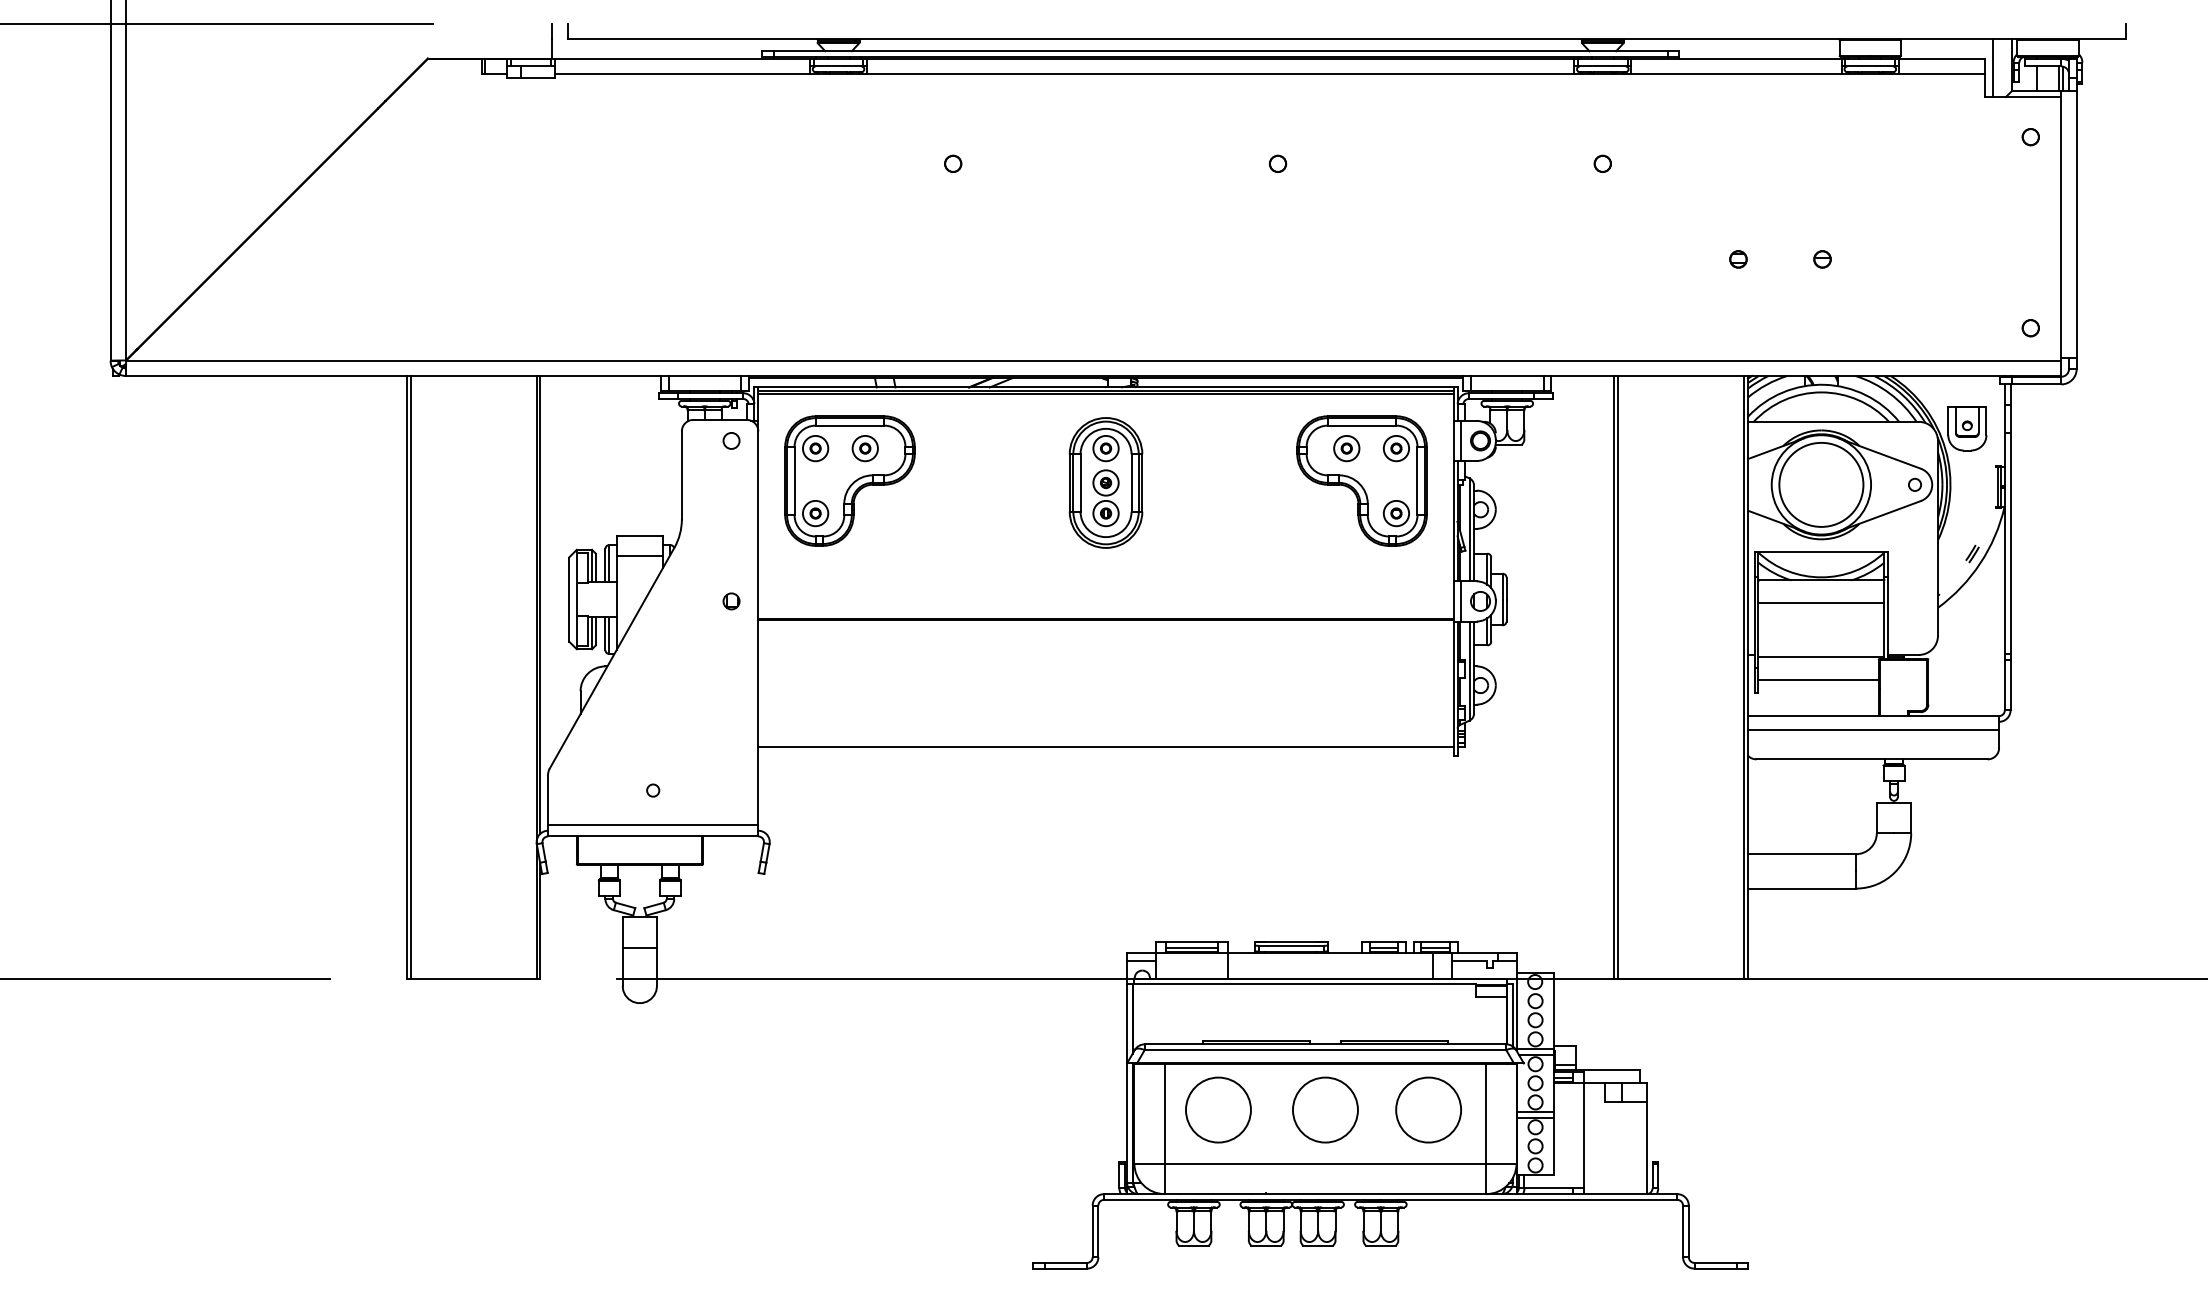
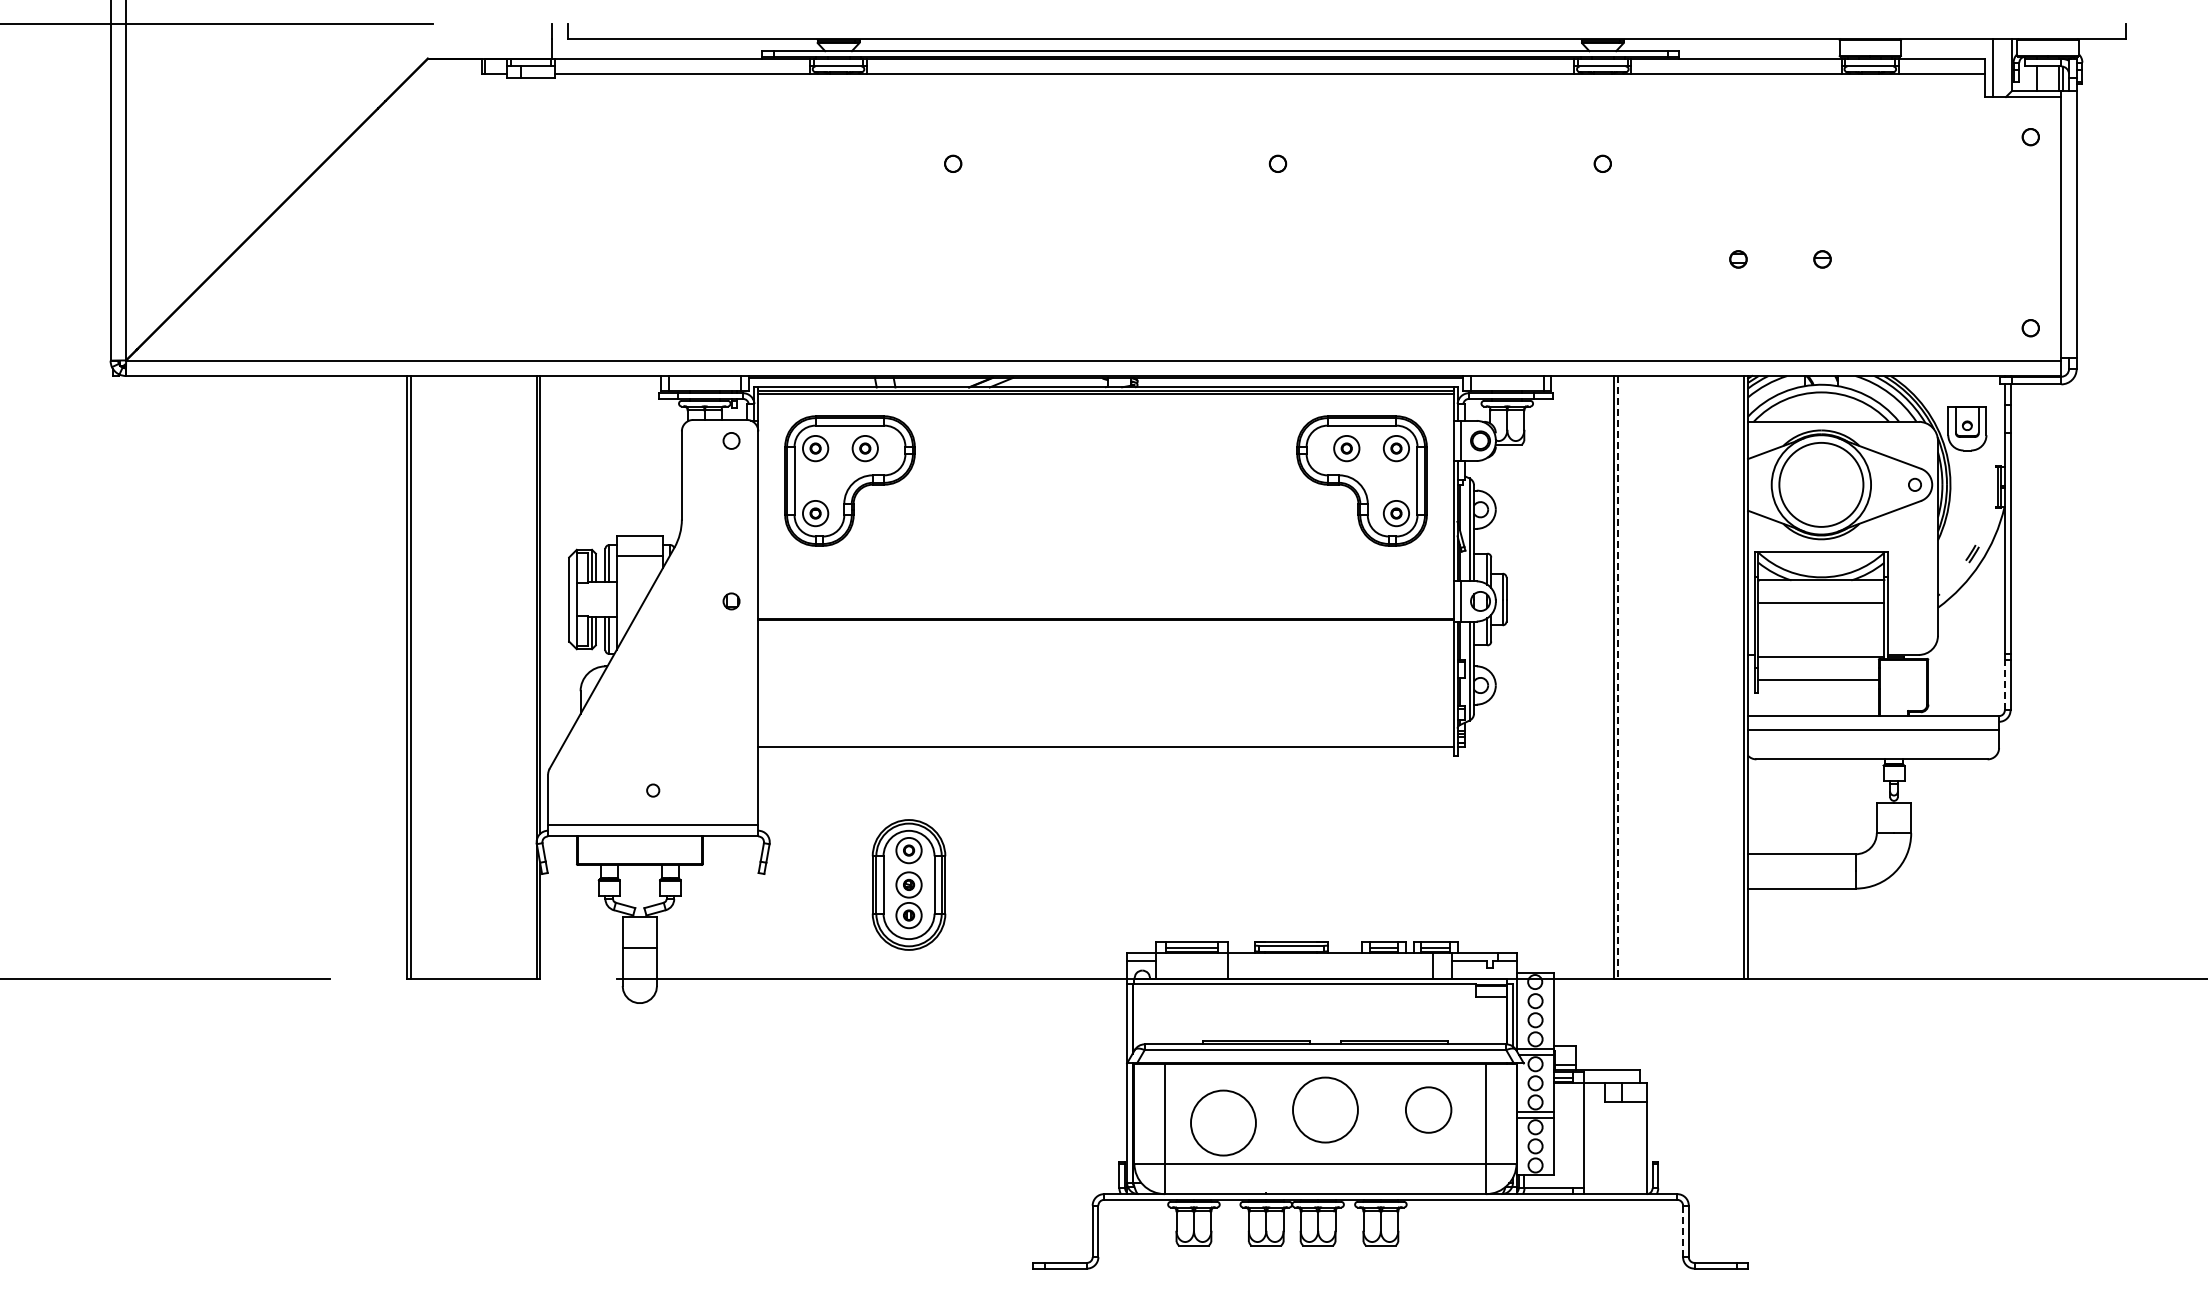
part at (1105, 482) position: (1105, 482) -> (908, 884)
line at (1618, 677): solid -> dashed
line at (2004, 684): solid -> dashed
circle at (1218, 1109) position: (1218, 1109) -> (1223, 1122)
circle at (1428, 1109) diameter: 65 px -> 45 px
line at (1683, 1231): solid -> dashed
